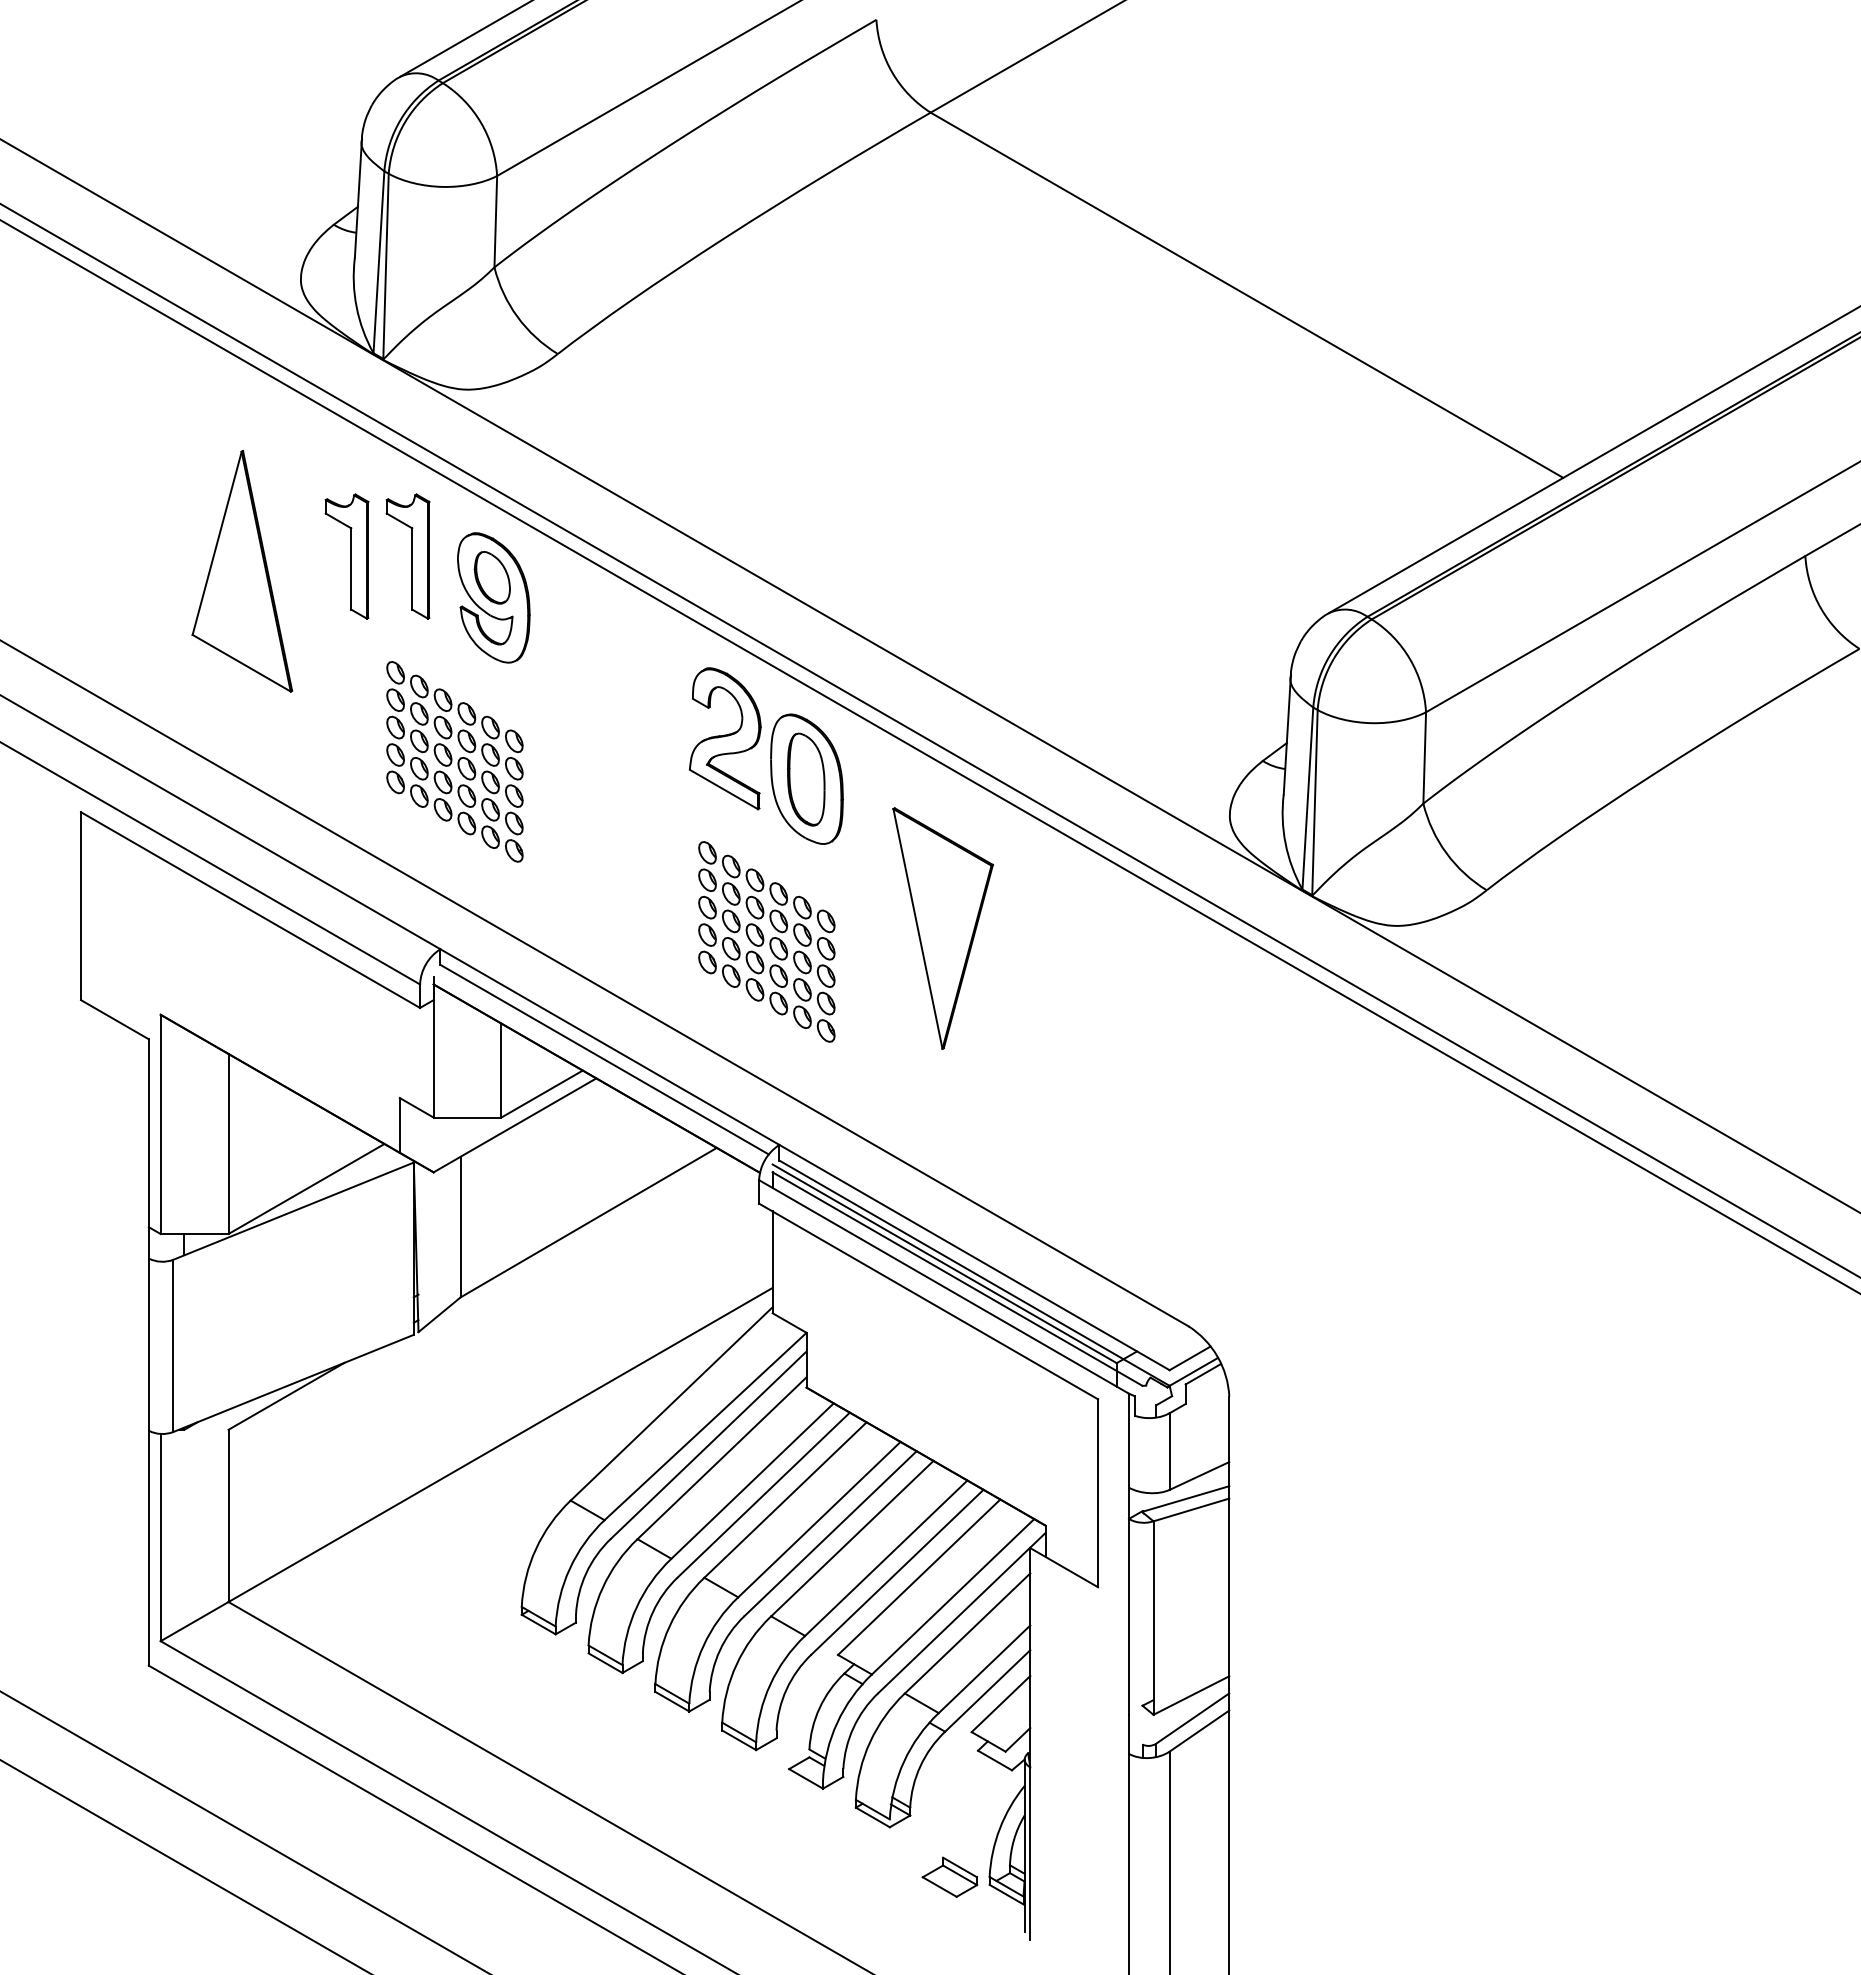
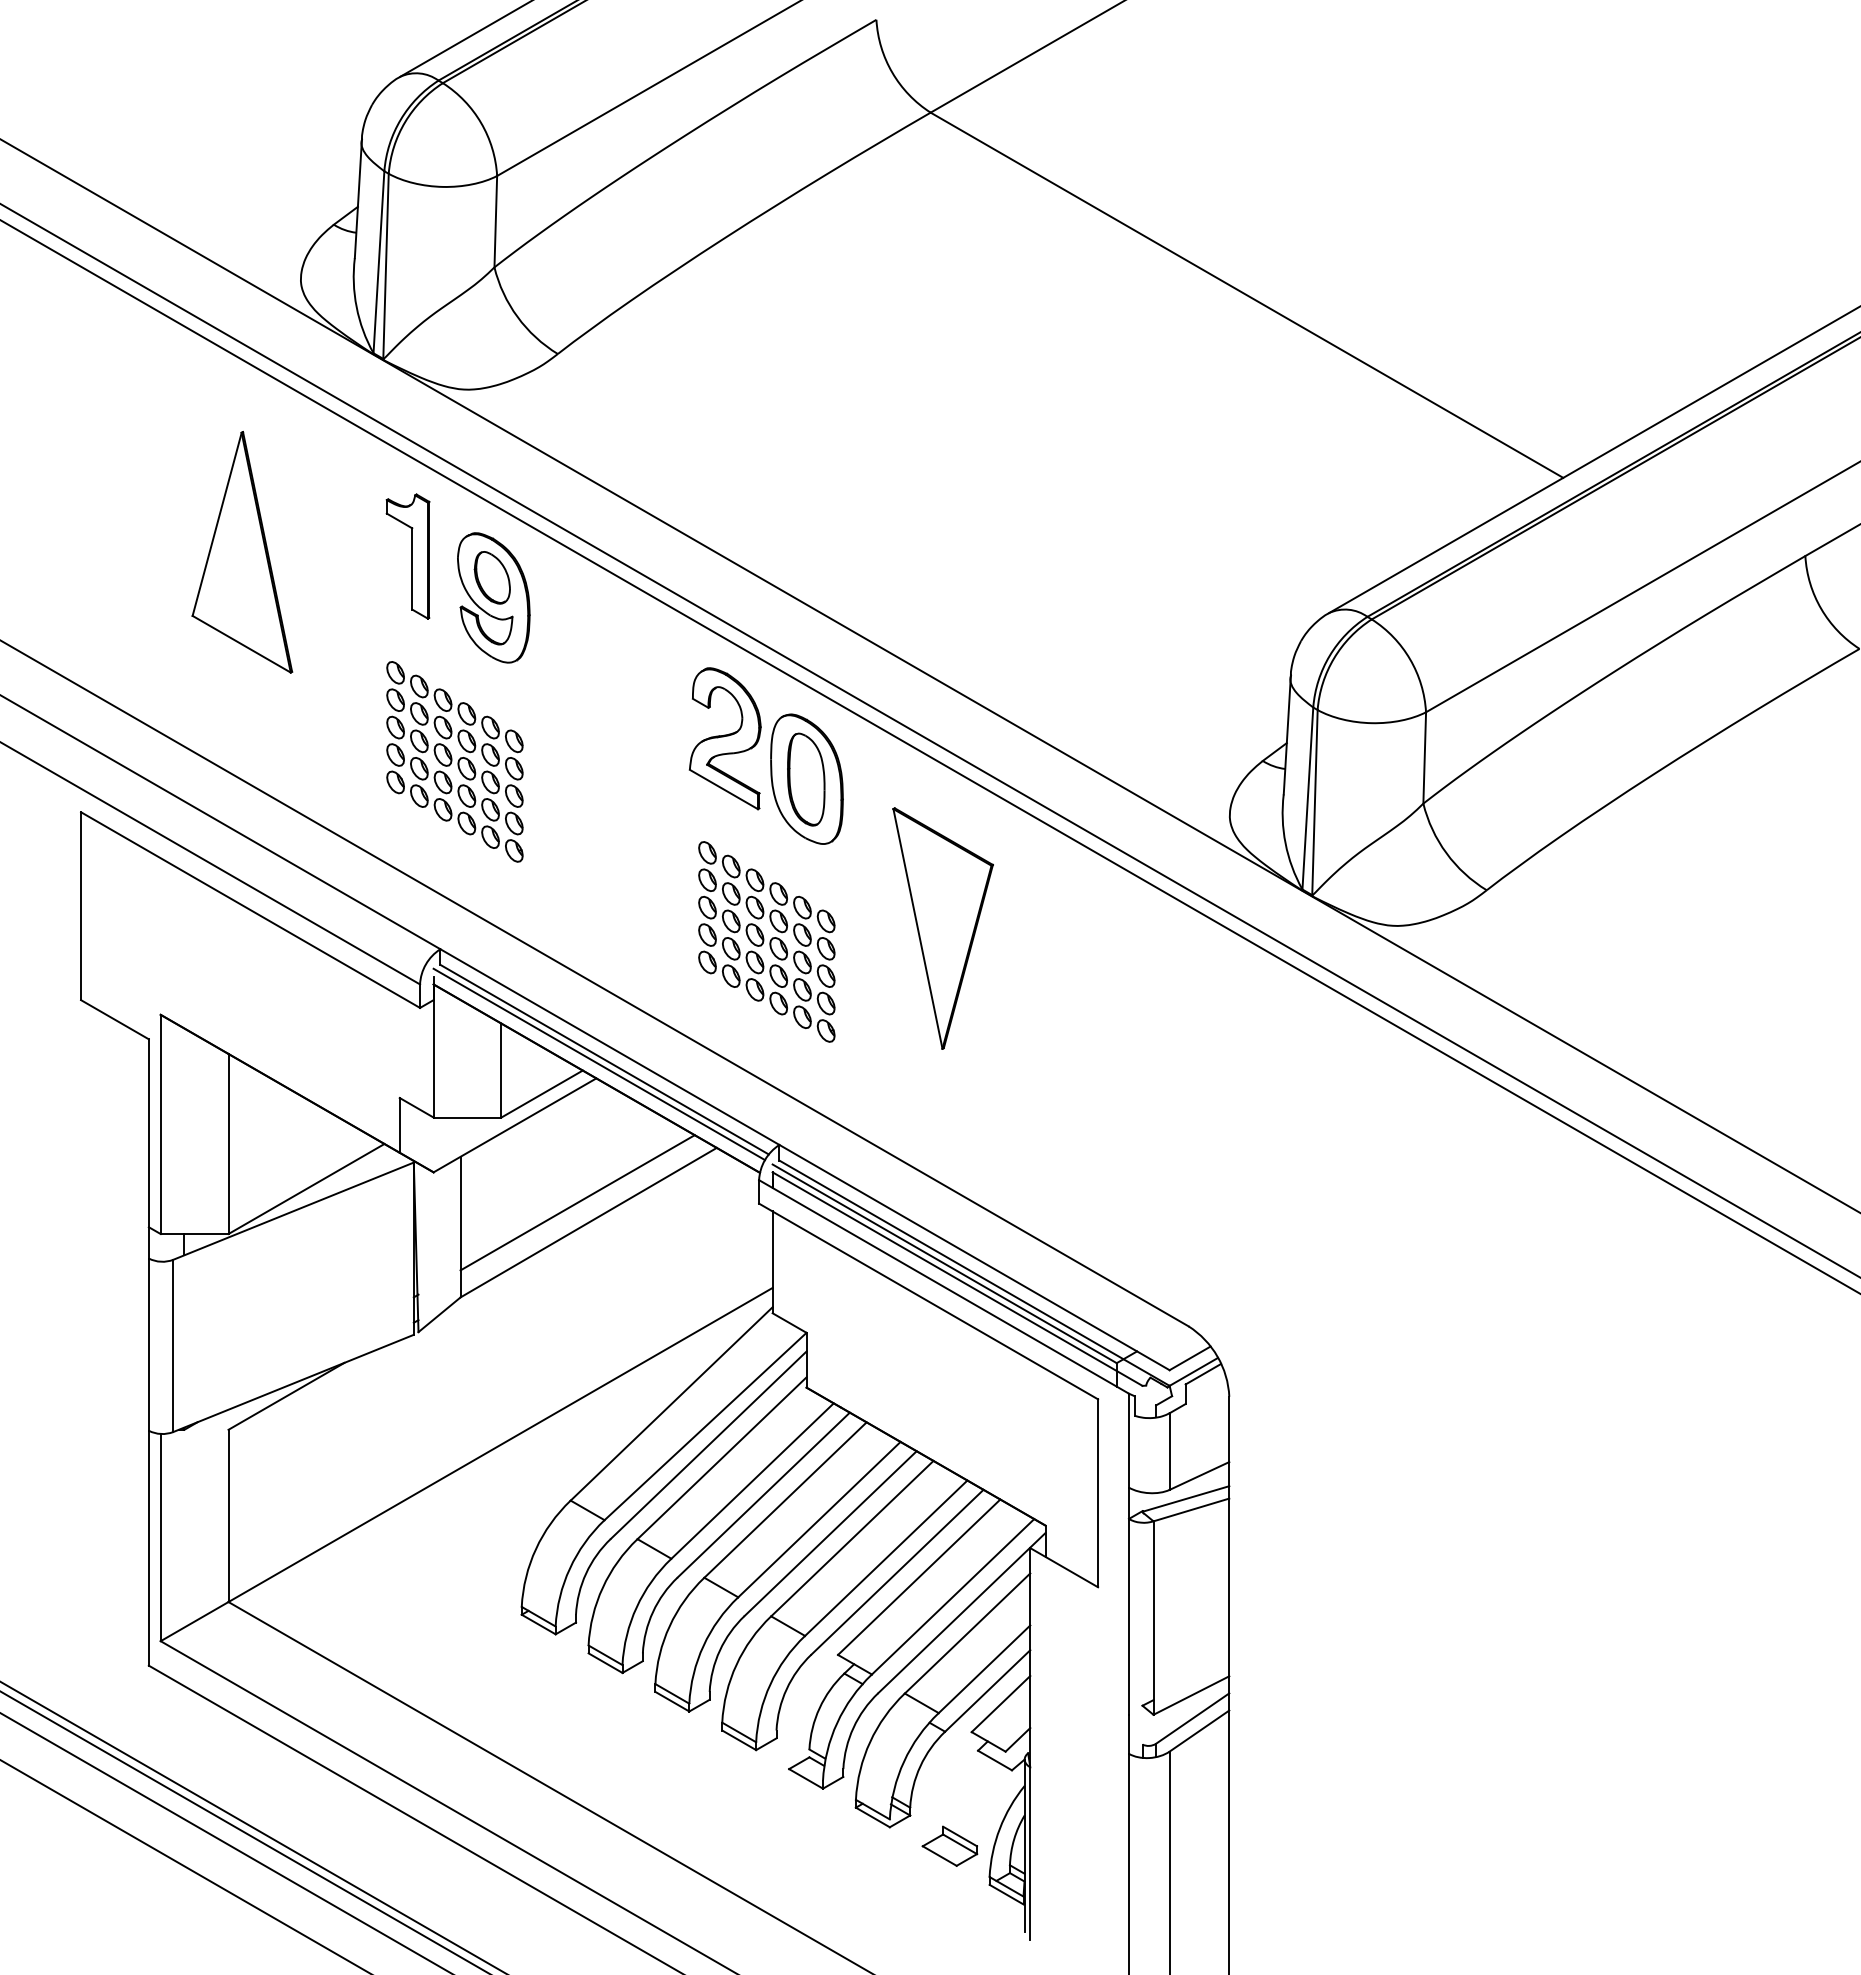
part at (346, 556): present -> none
part at (242, 571) position: (242, 571) -> (242, 552)
line at (599, 1064): none -> present
line at (577, 1202): none -> present
line at (252, 1826): none -> present
line at (225, 1842): none -> present
part at (949, 1876) position: (949, 1876) -> (949, 1845)
